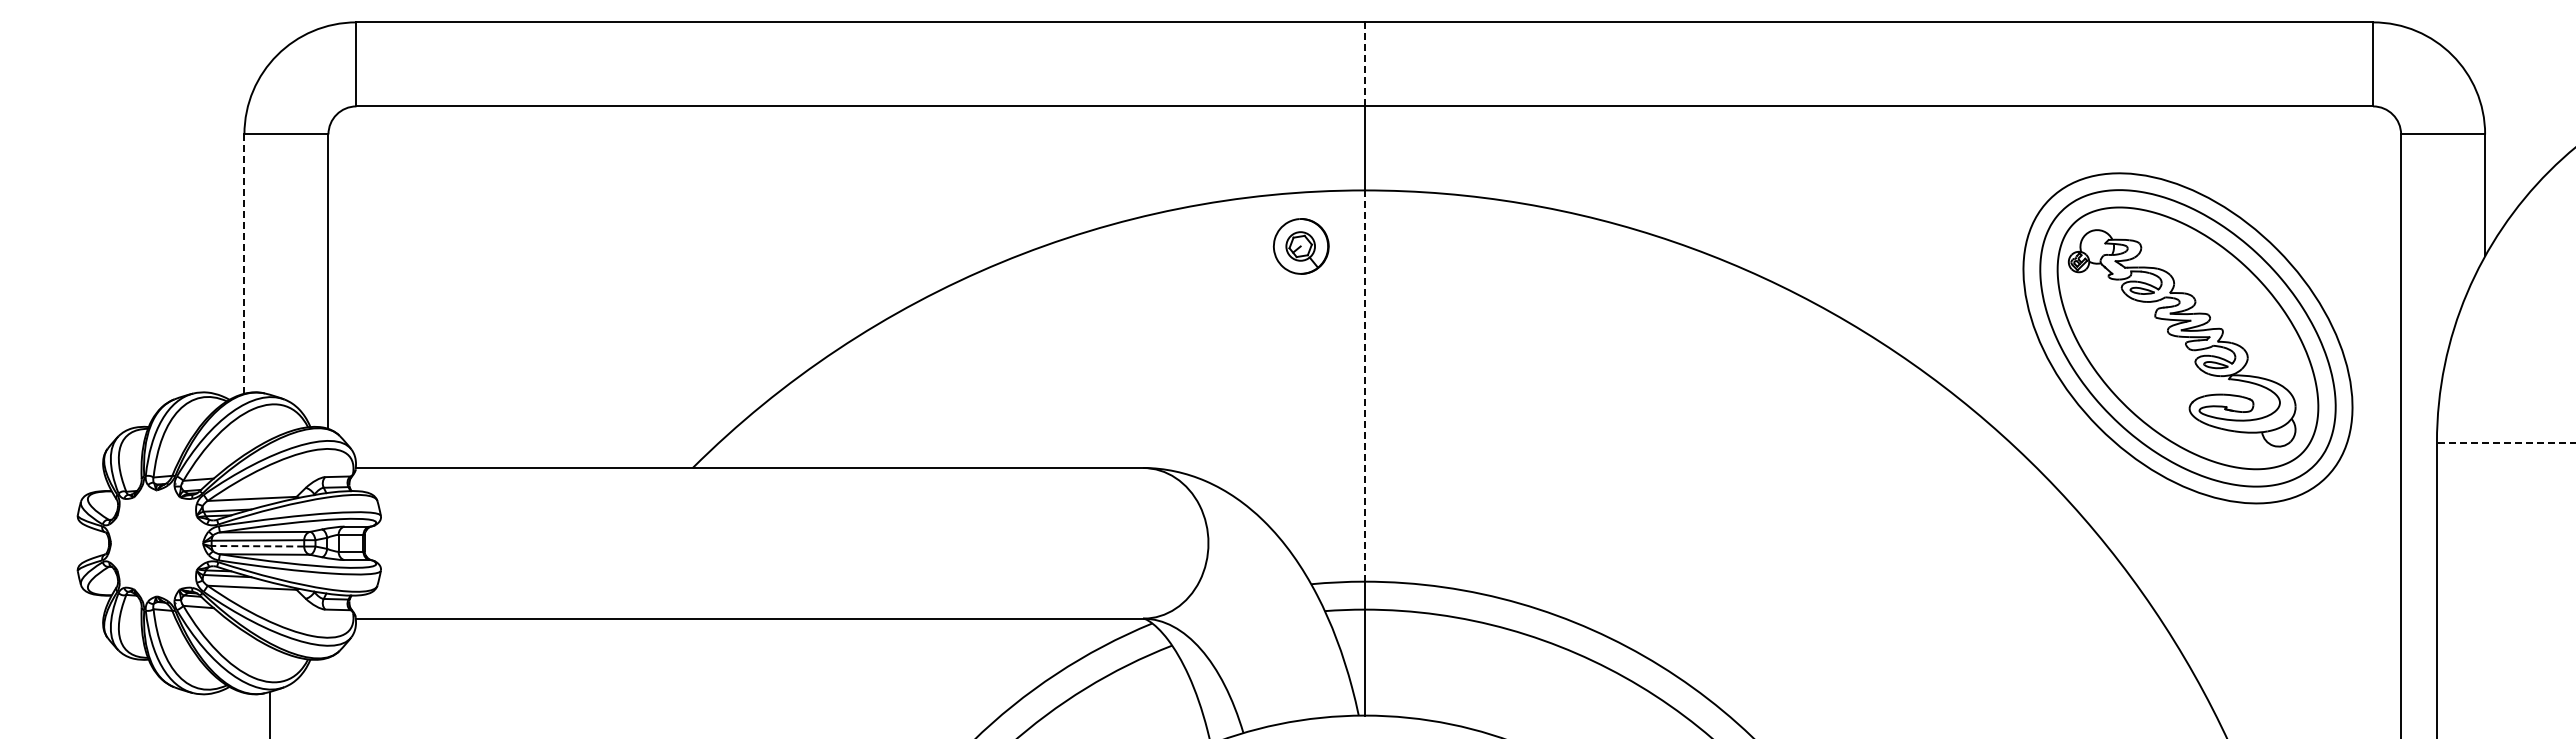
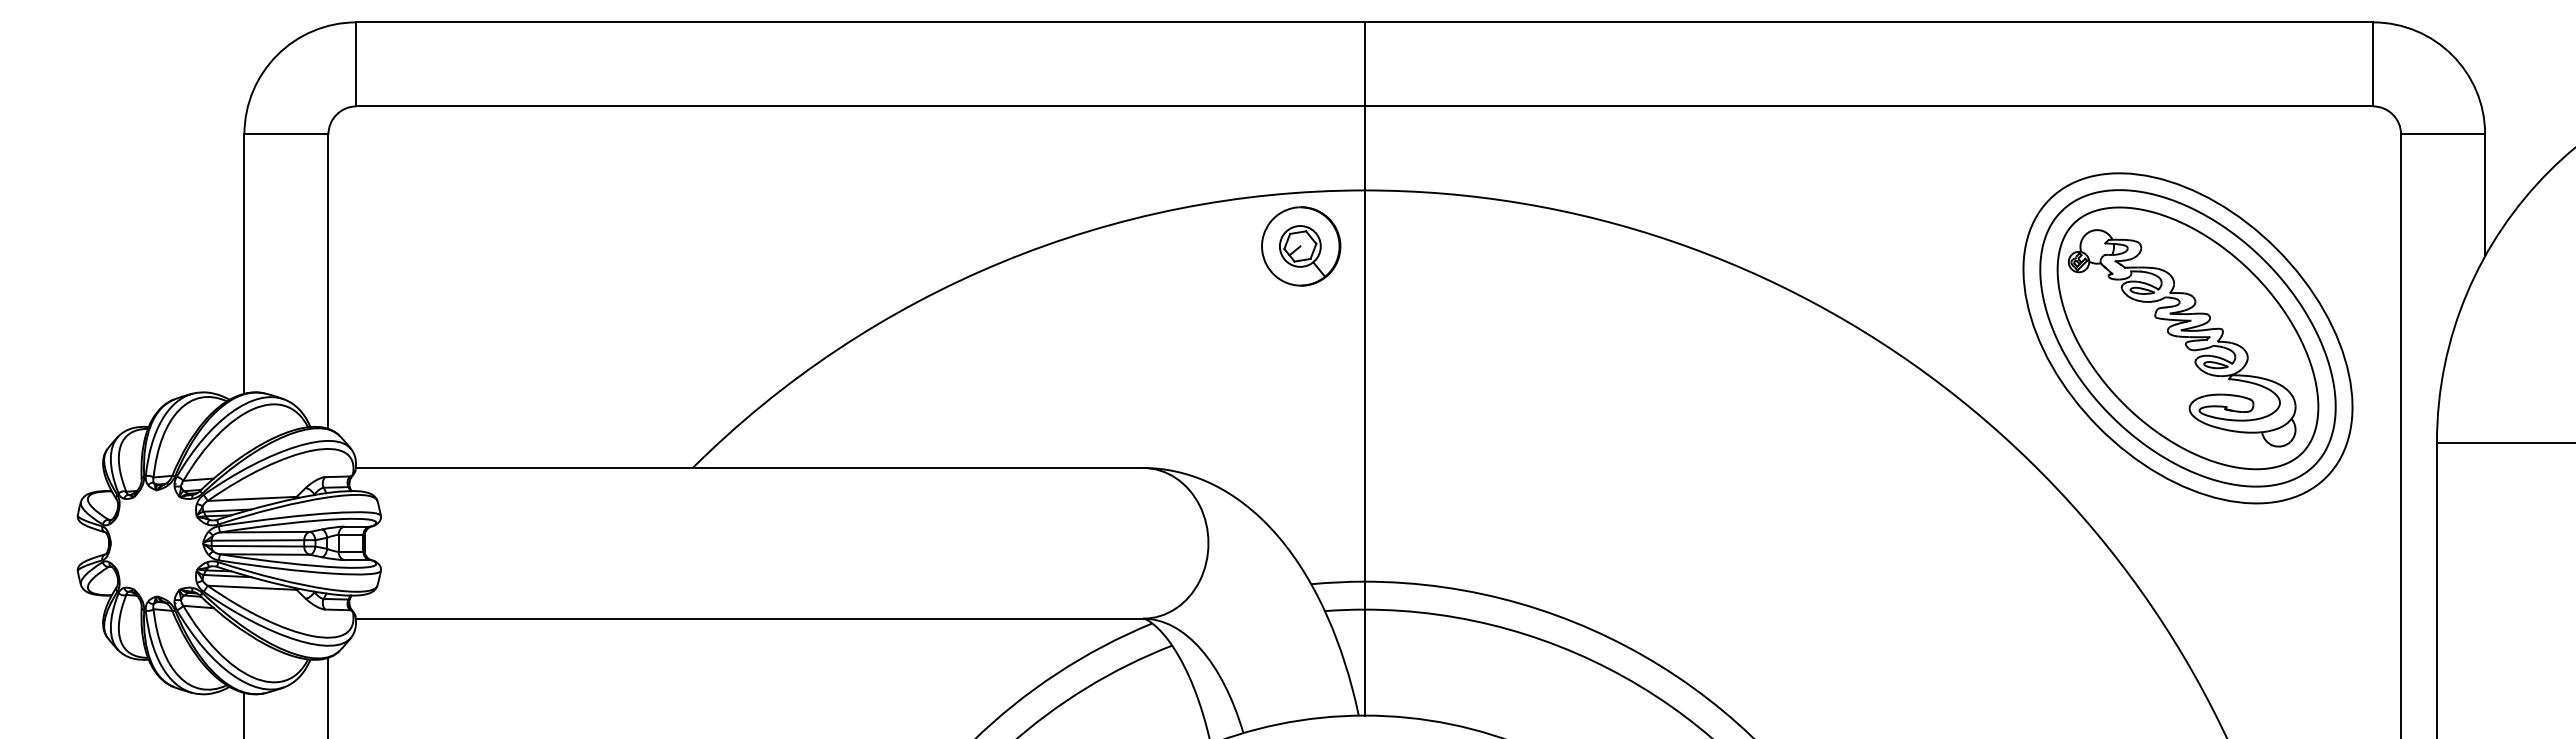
line at (1364, 64): dashed -> solid
part at (1301, 246) size: 57x57 px -> 81x81 px
line at (244, 264): dashed -> solid
line at (1364, 386): dashed -> solid
line at (2505, 442): dashed -> solid
line at (257, 546): dashed -> solid
line at (328, 696): none -> present
line at (270, 713) position: (270, 713) -> (244, 713)
